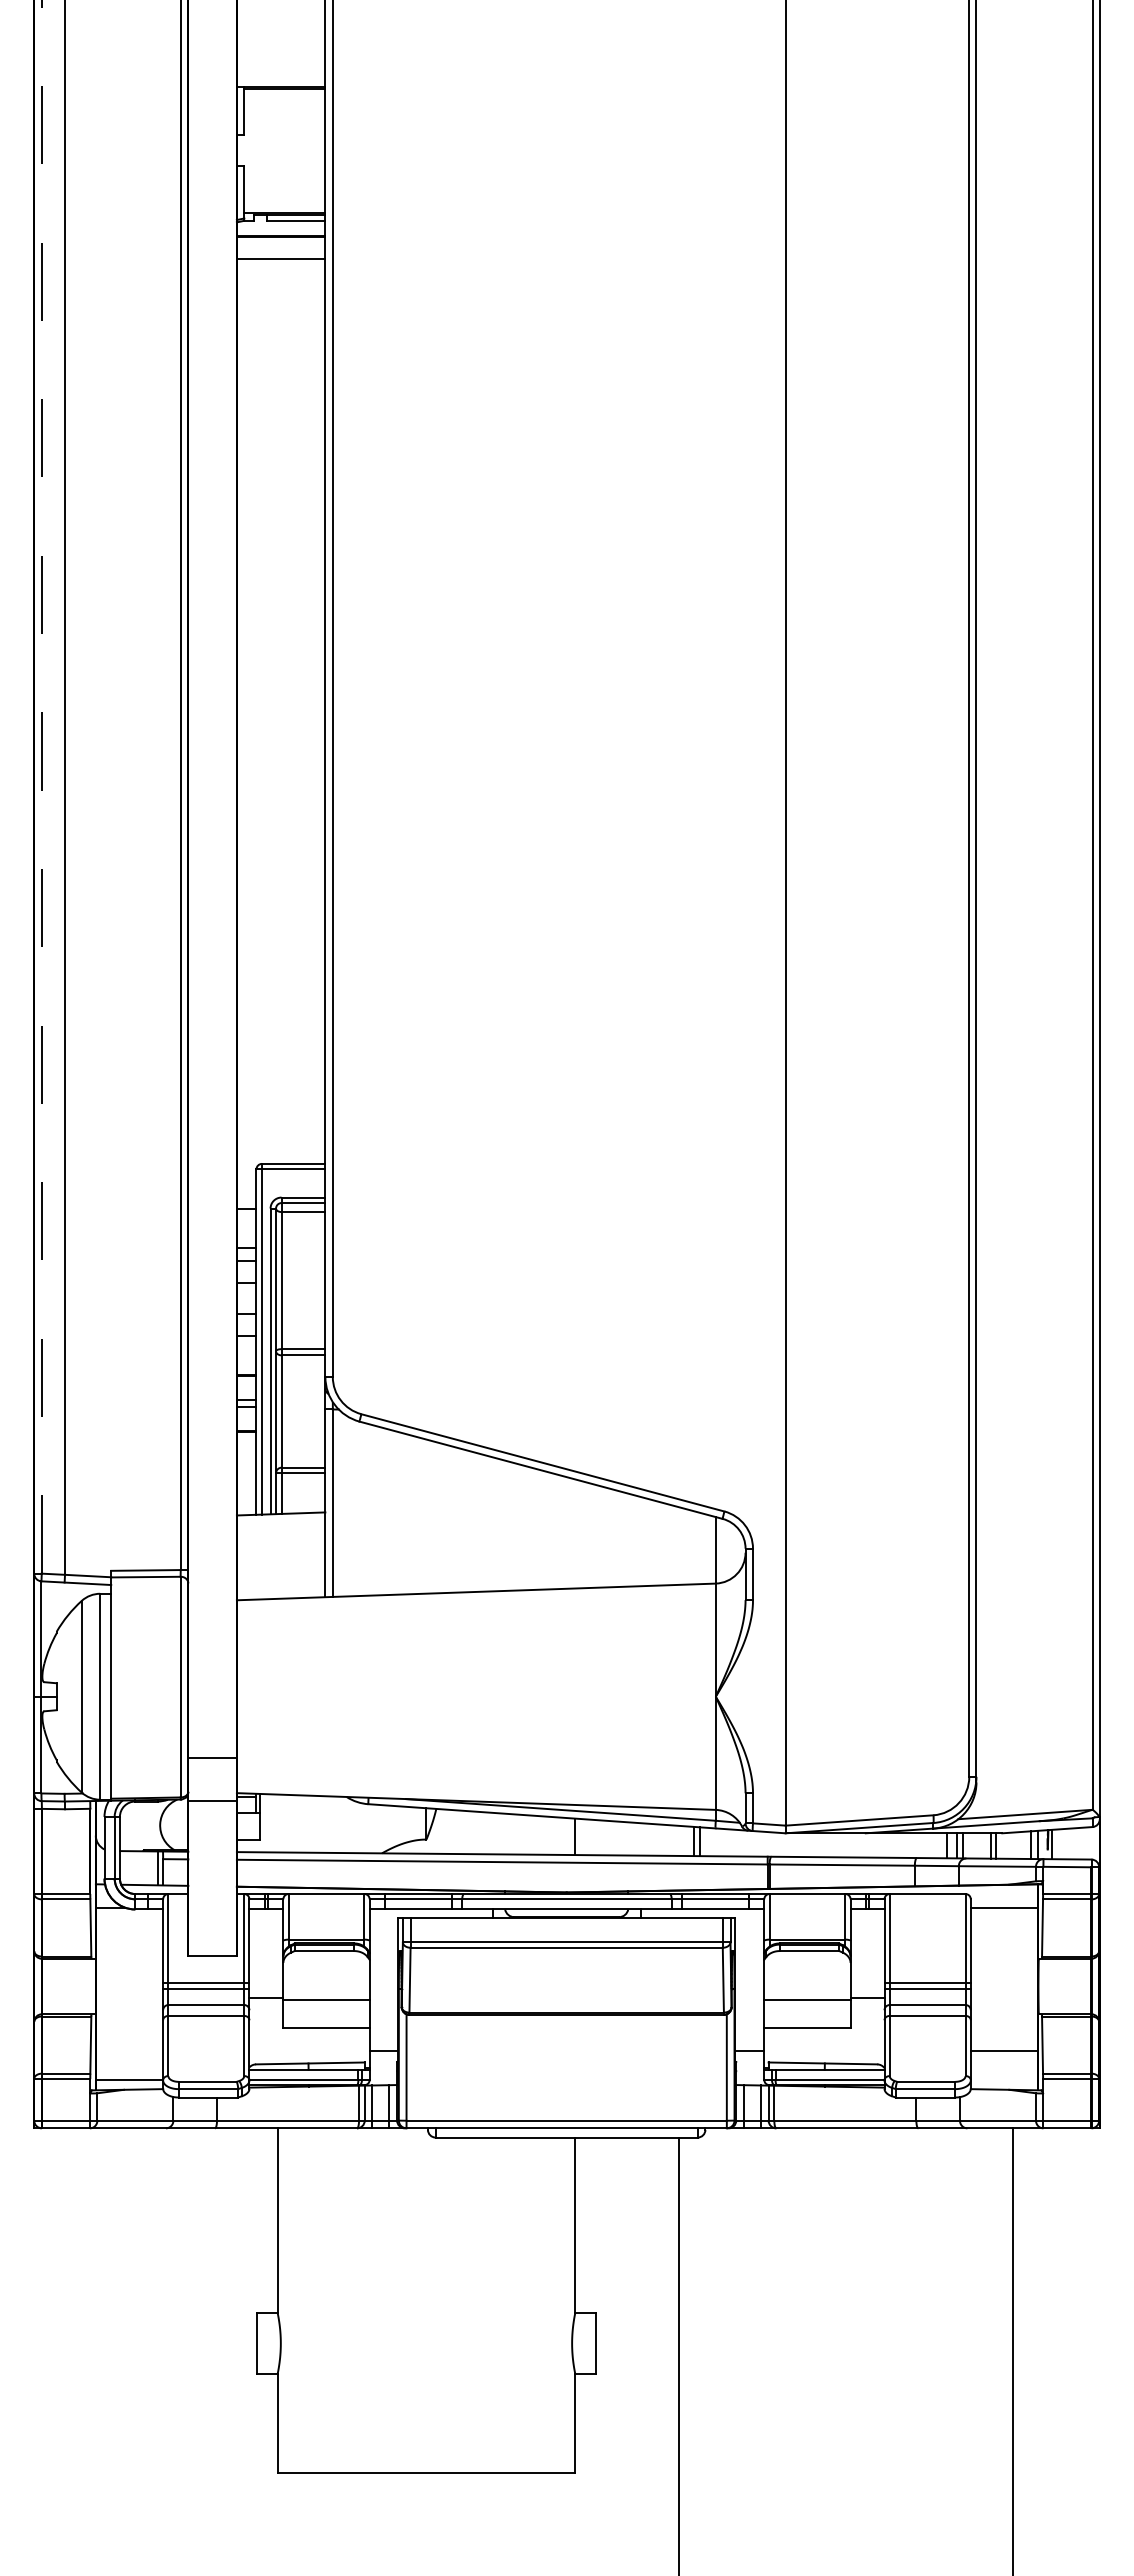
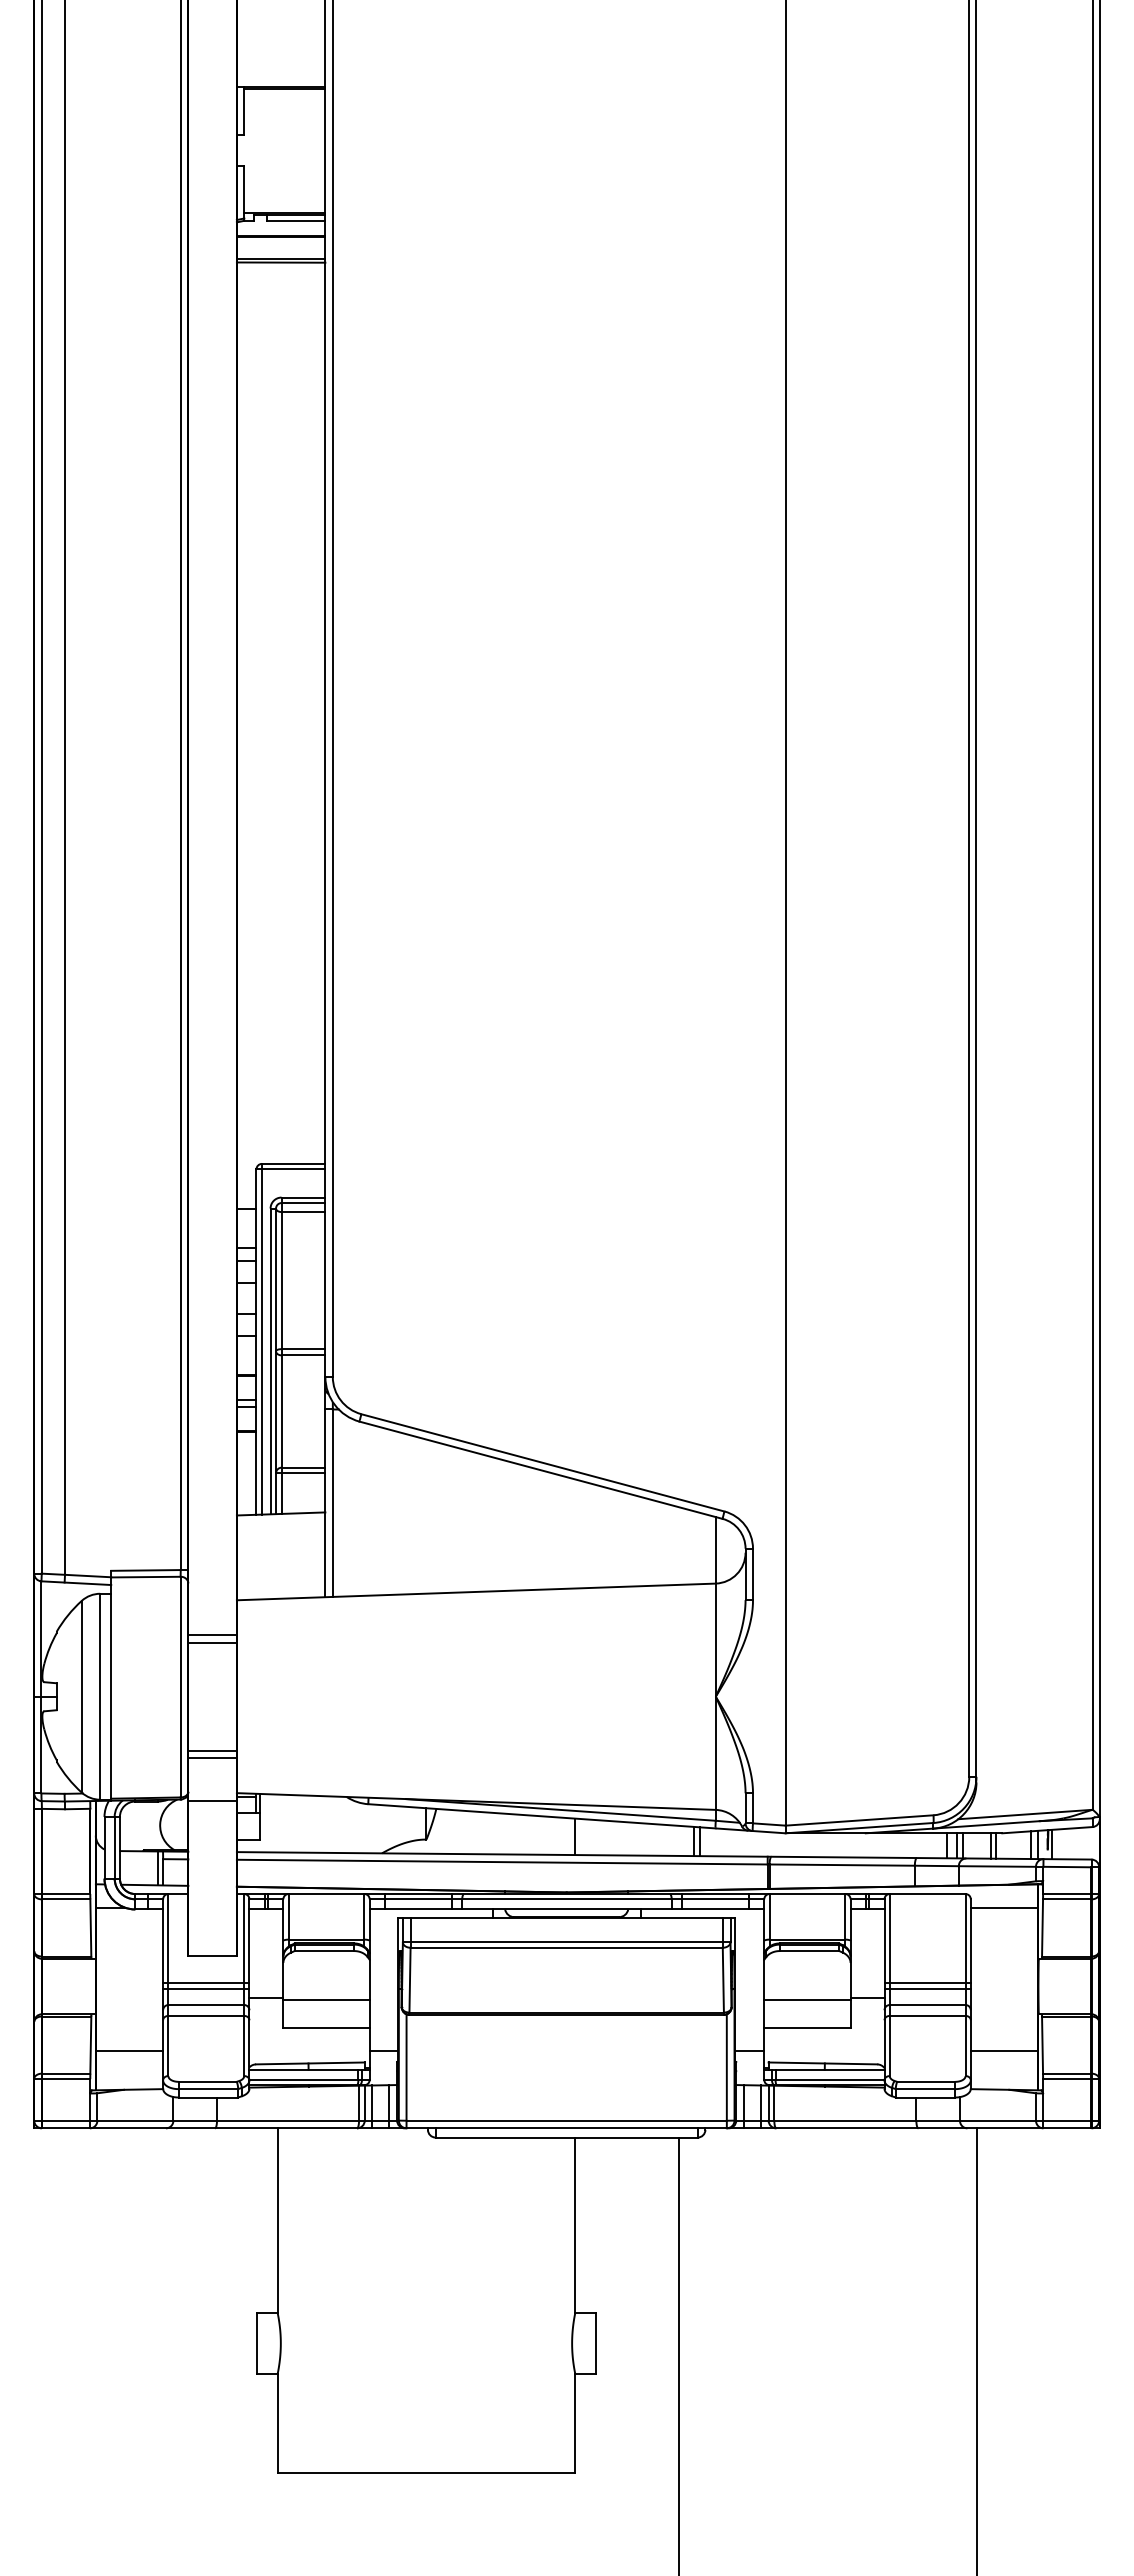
line at (280, 262): none -> present
line at (41, 786): dashed -> solid
line at (212, 1634): none -> present
line at (212, 1642): none -> present
line at (212, 1750): none -> present
line at (129, 2080) position: (129, 2080) -> (129, 2051)
line at (1012, 2350) position: (1012, 2350) -> (976, 2350)
